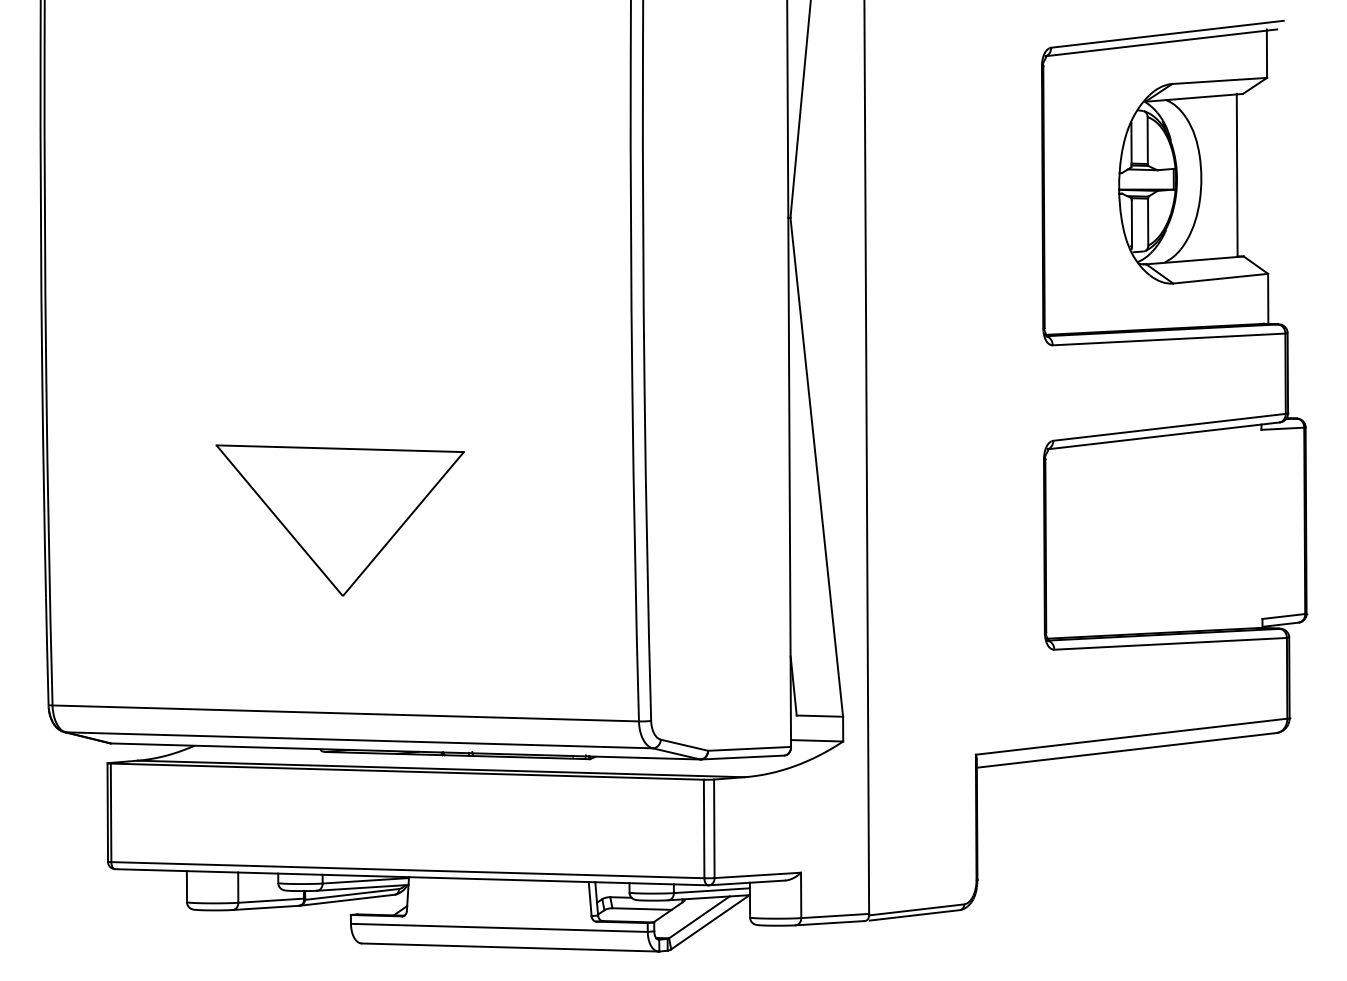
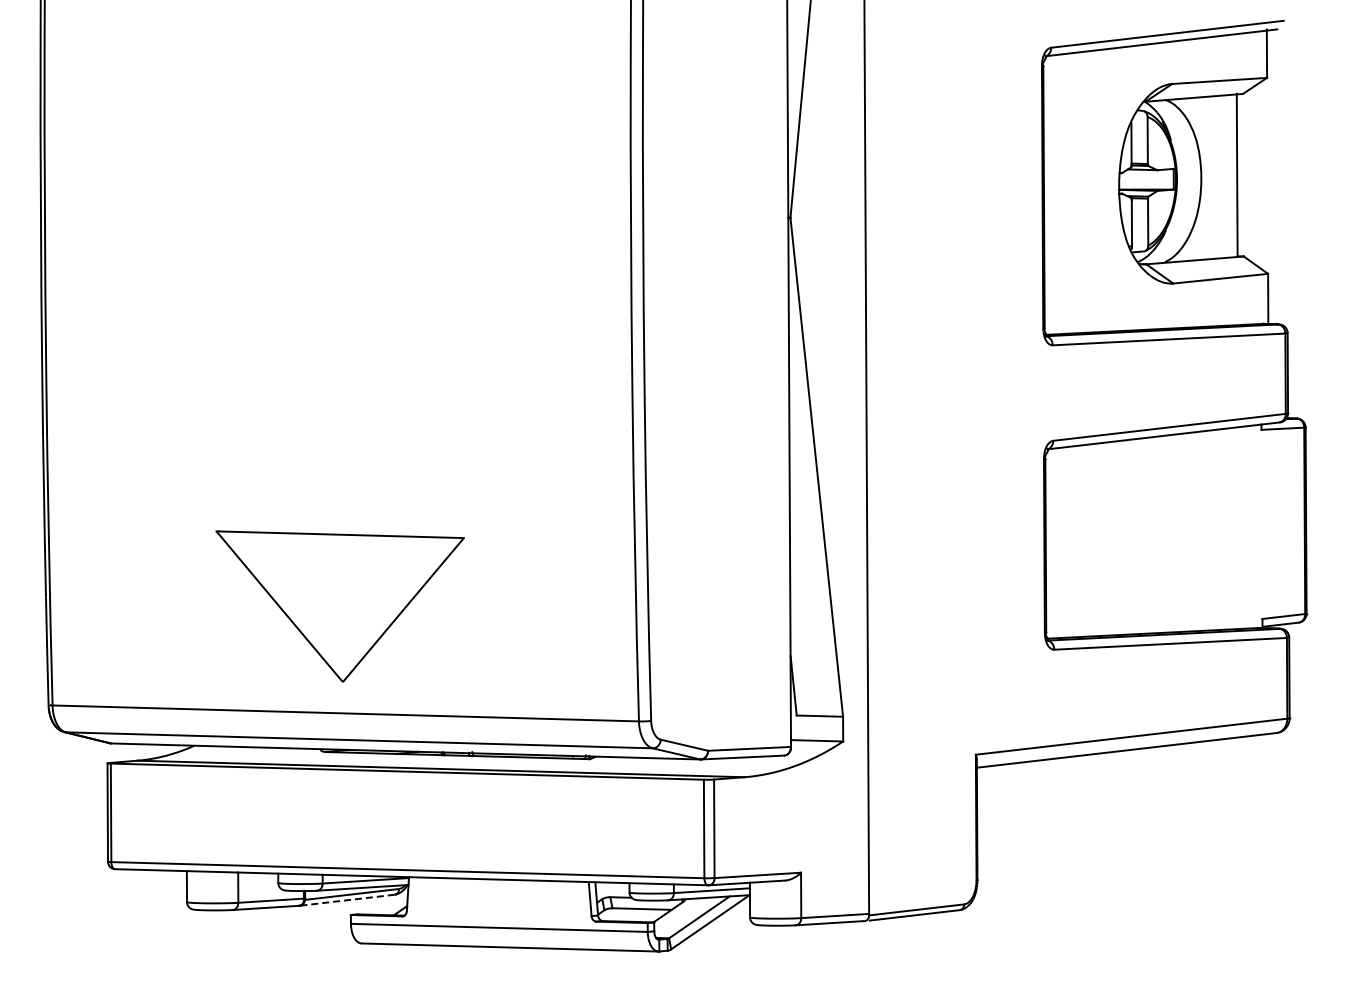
part at (339, 520) position: (339, 520) -> (339, 606)
line at (347, 900): solid -> dashed
